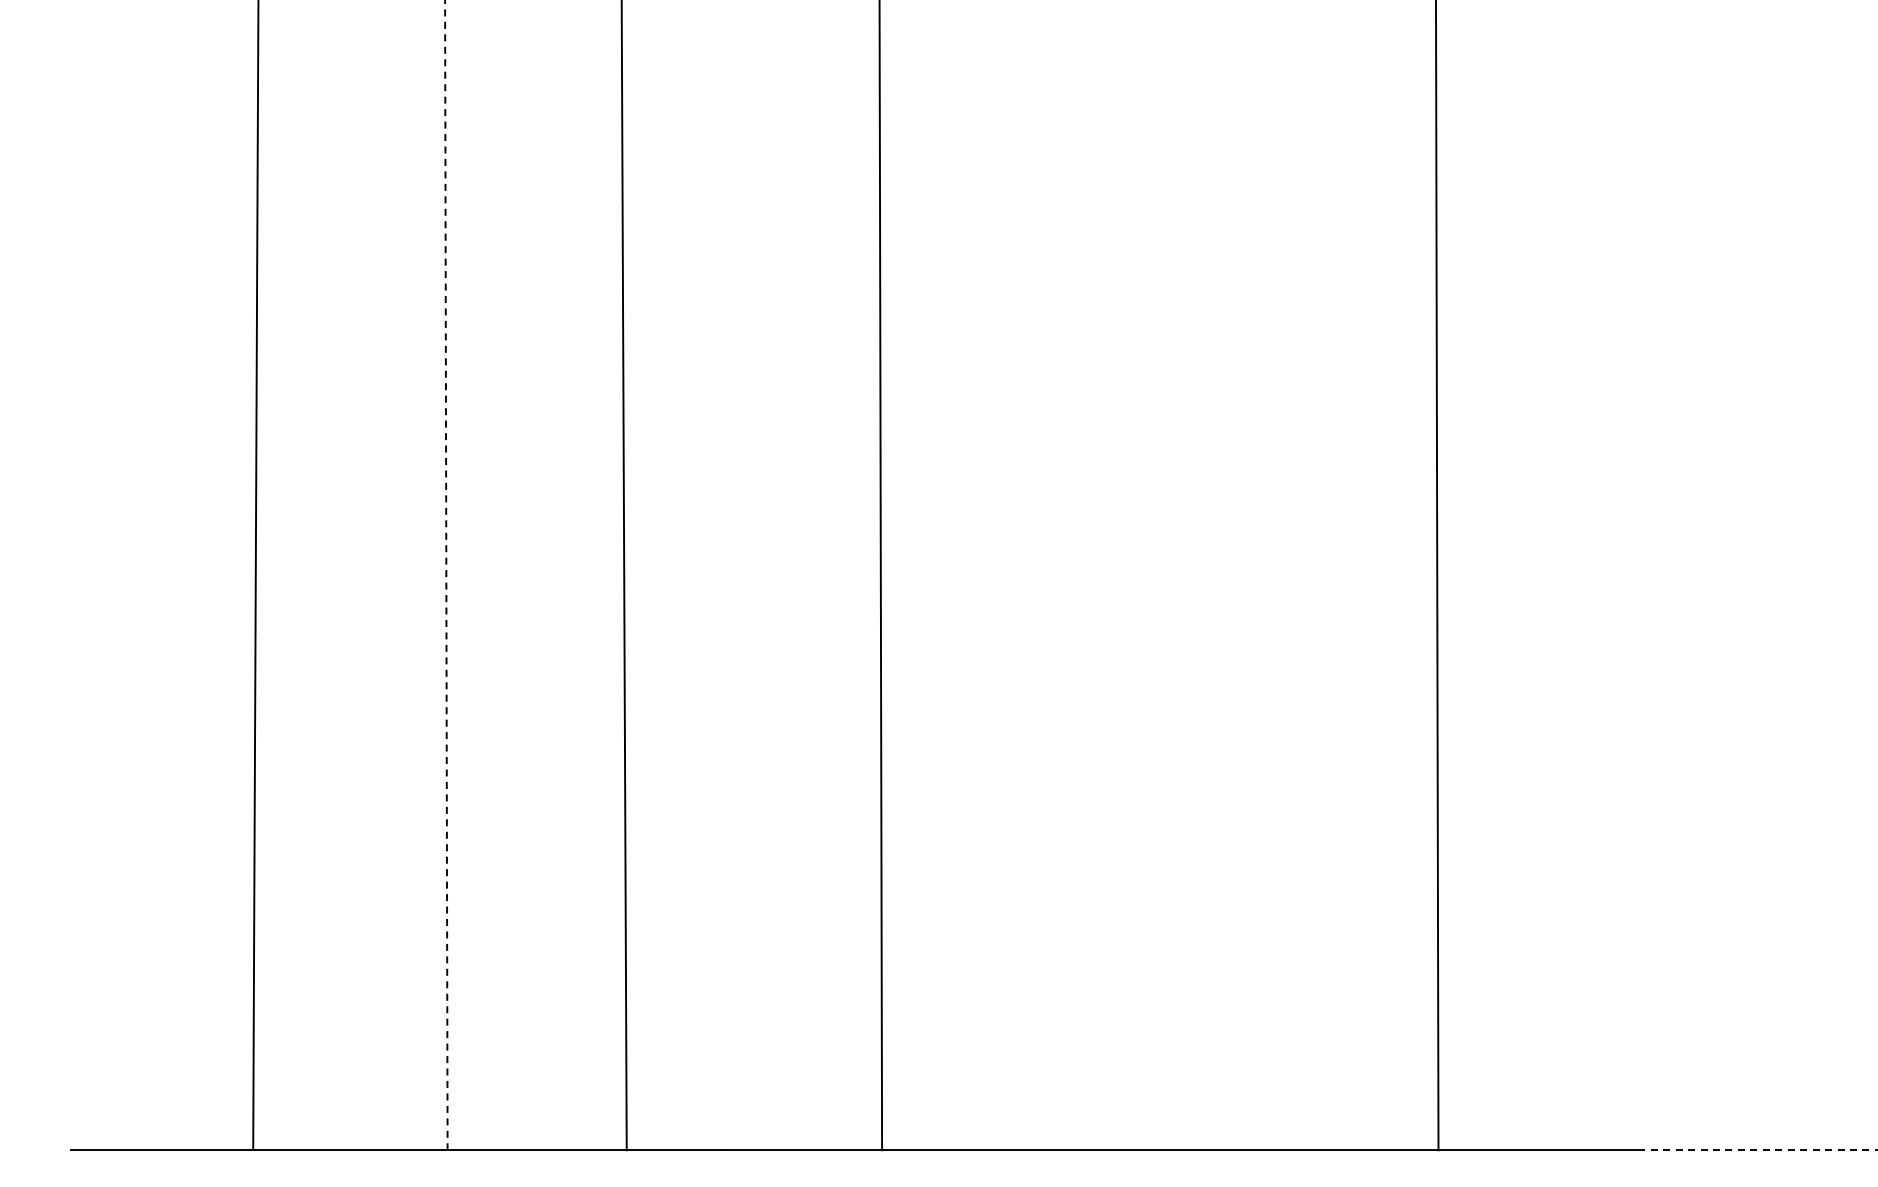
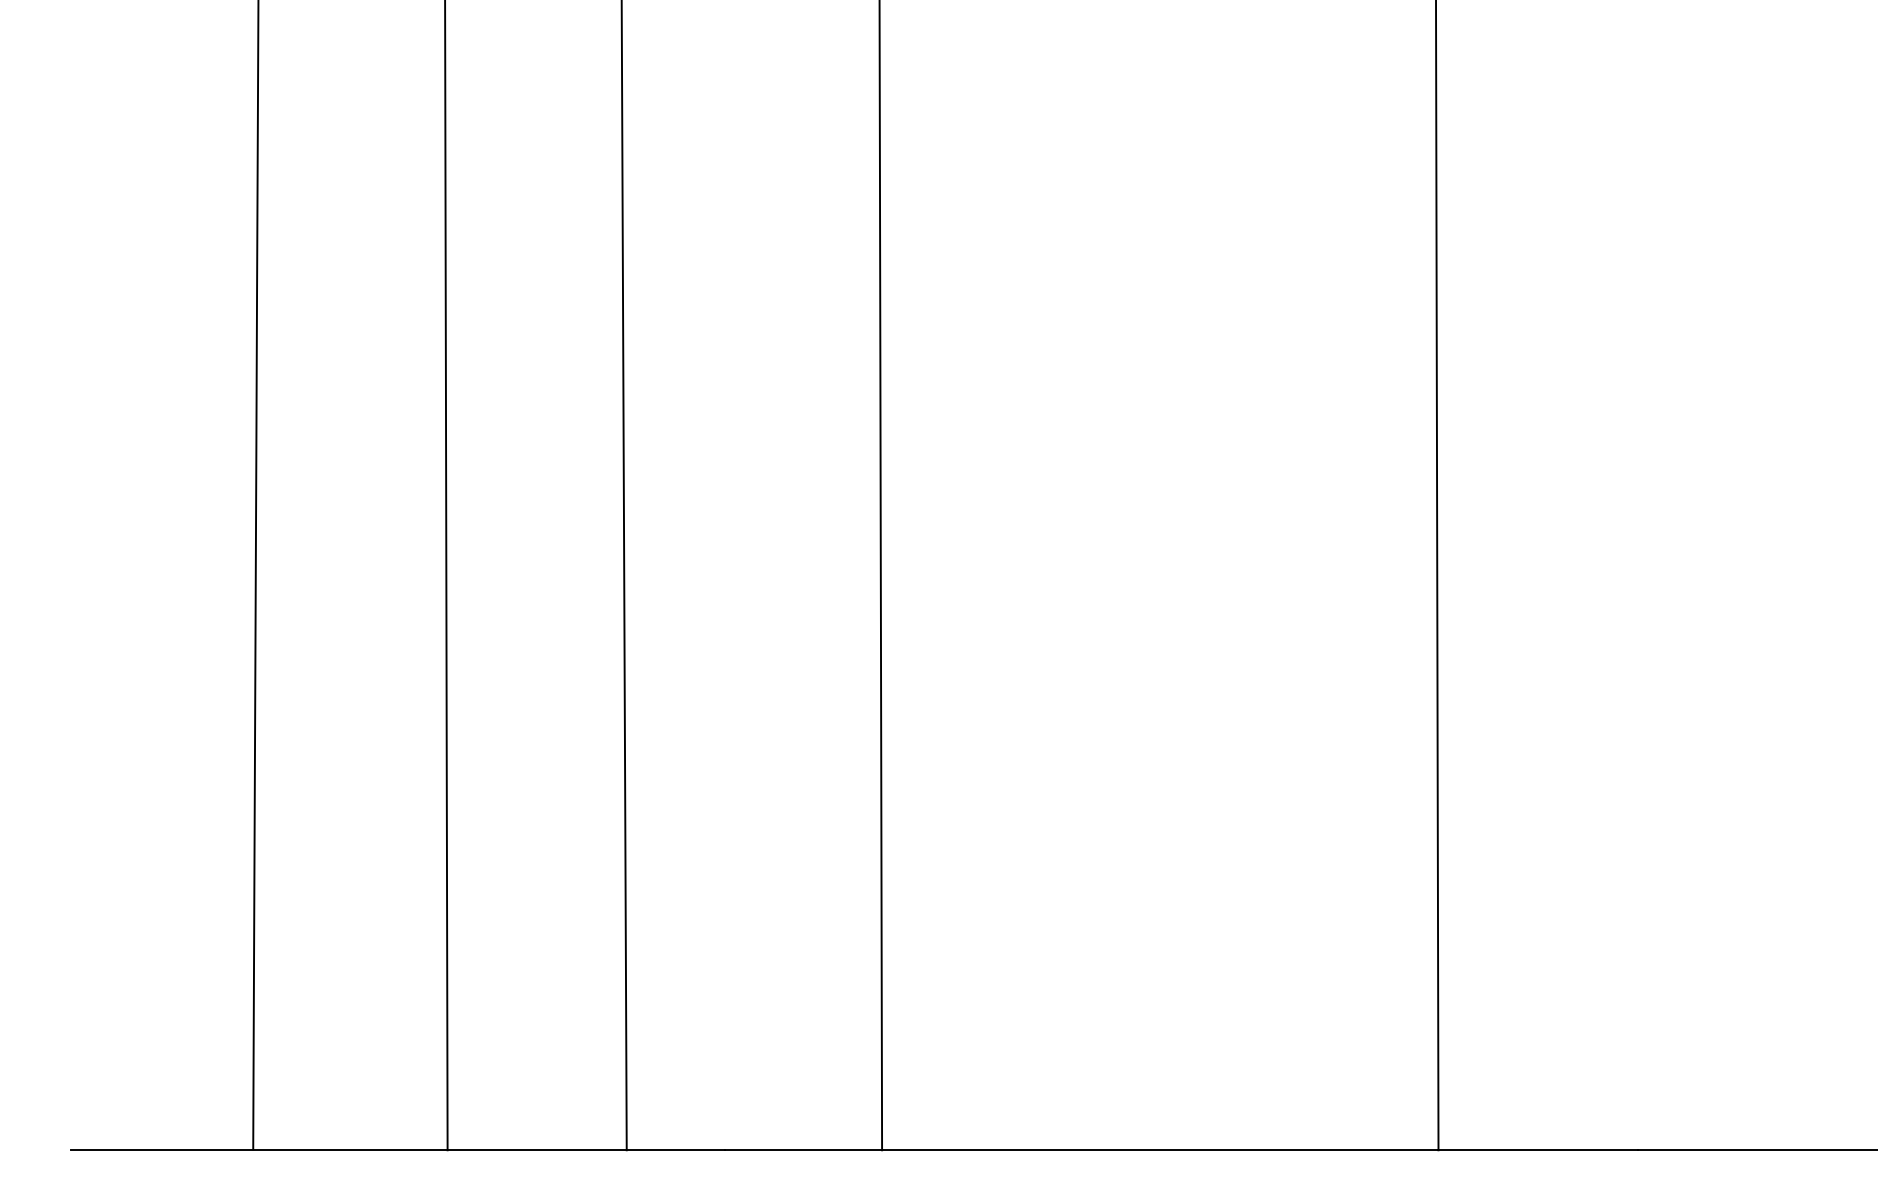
line at (446, 575): dashed -> solid
line at (1757, 1150): dashed -> solid
